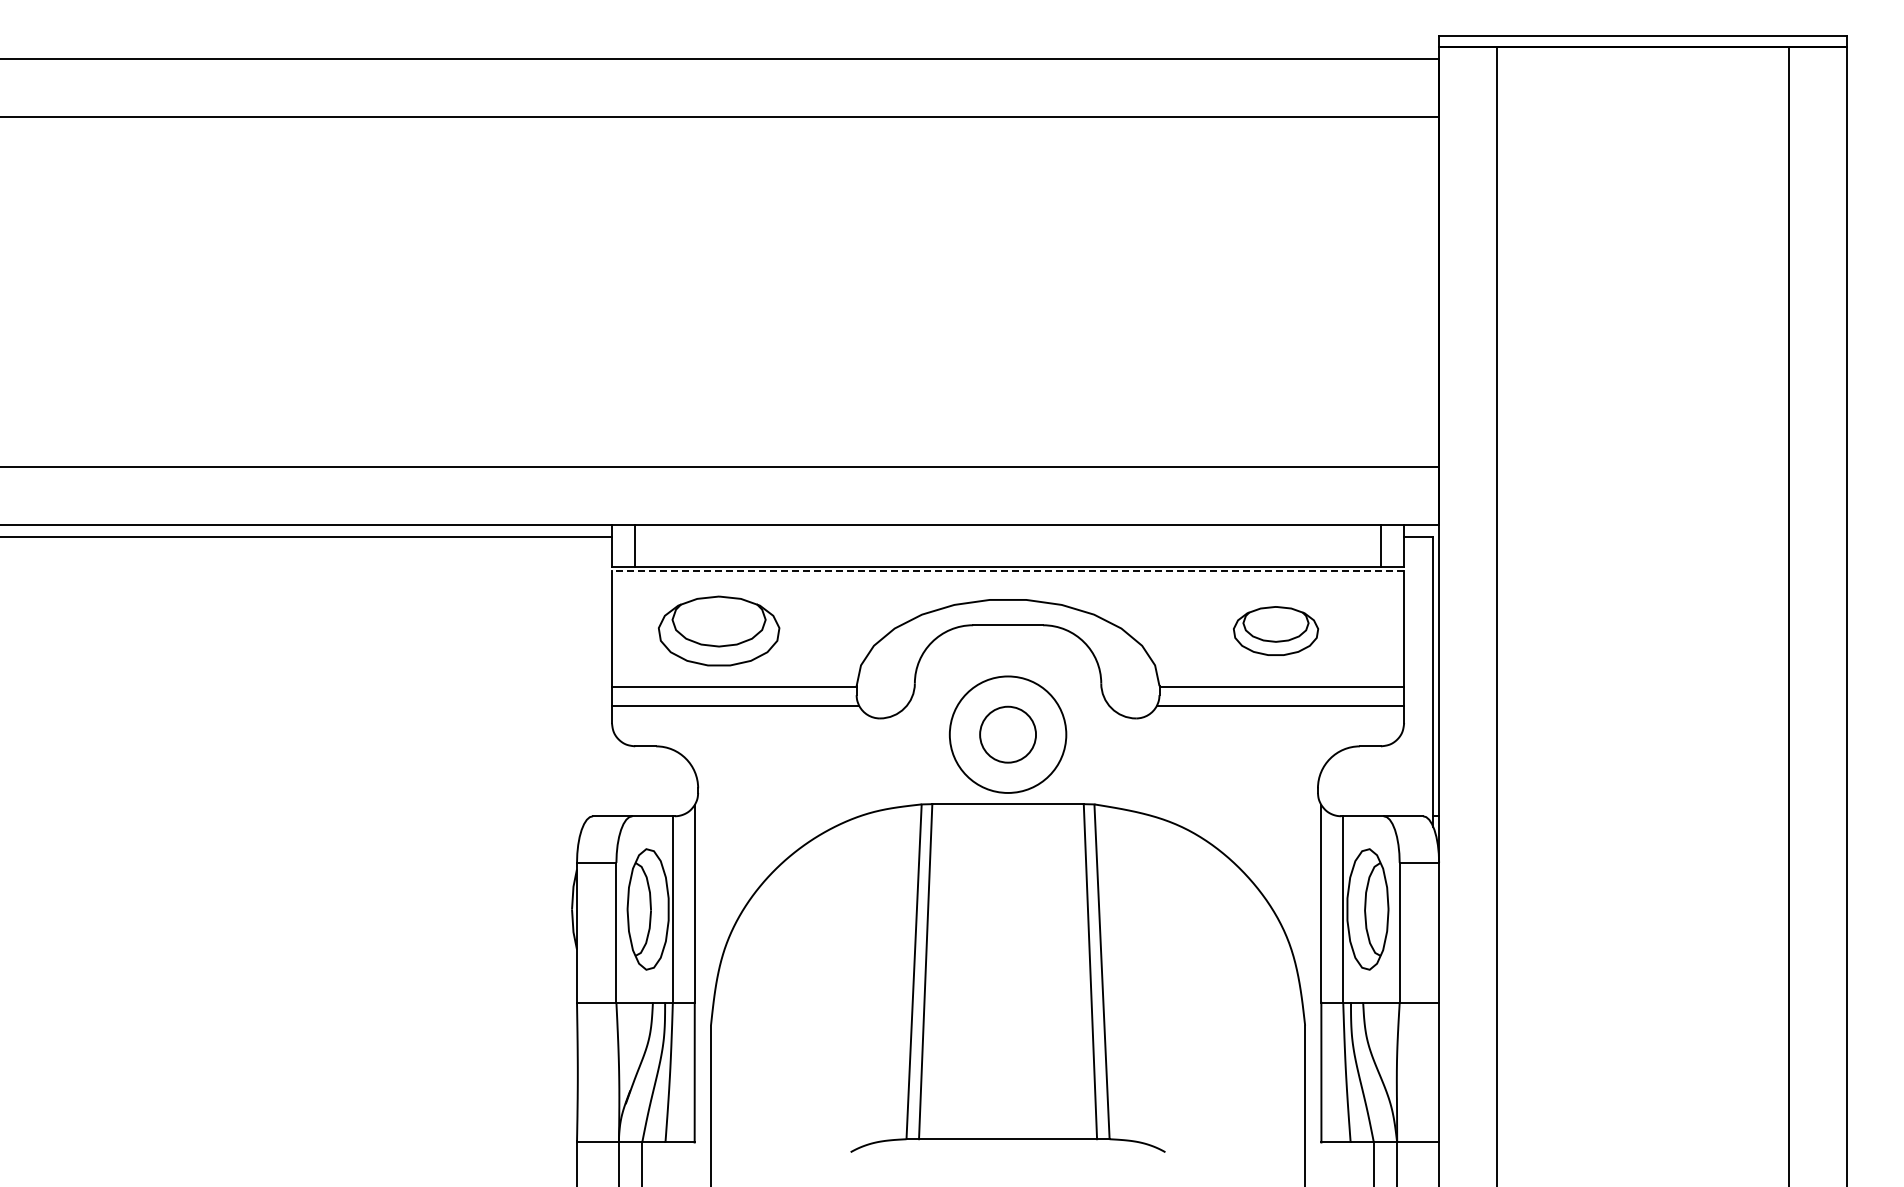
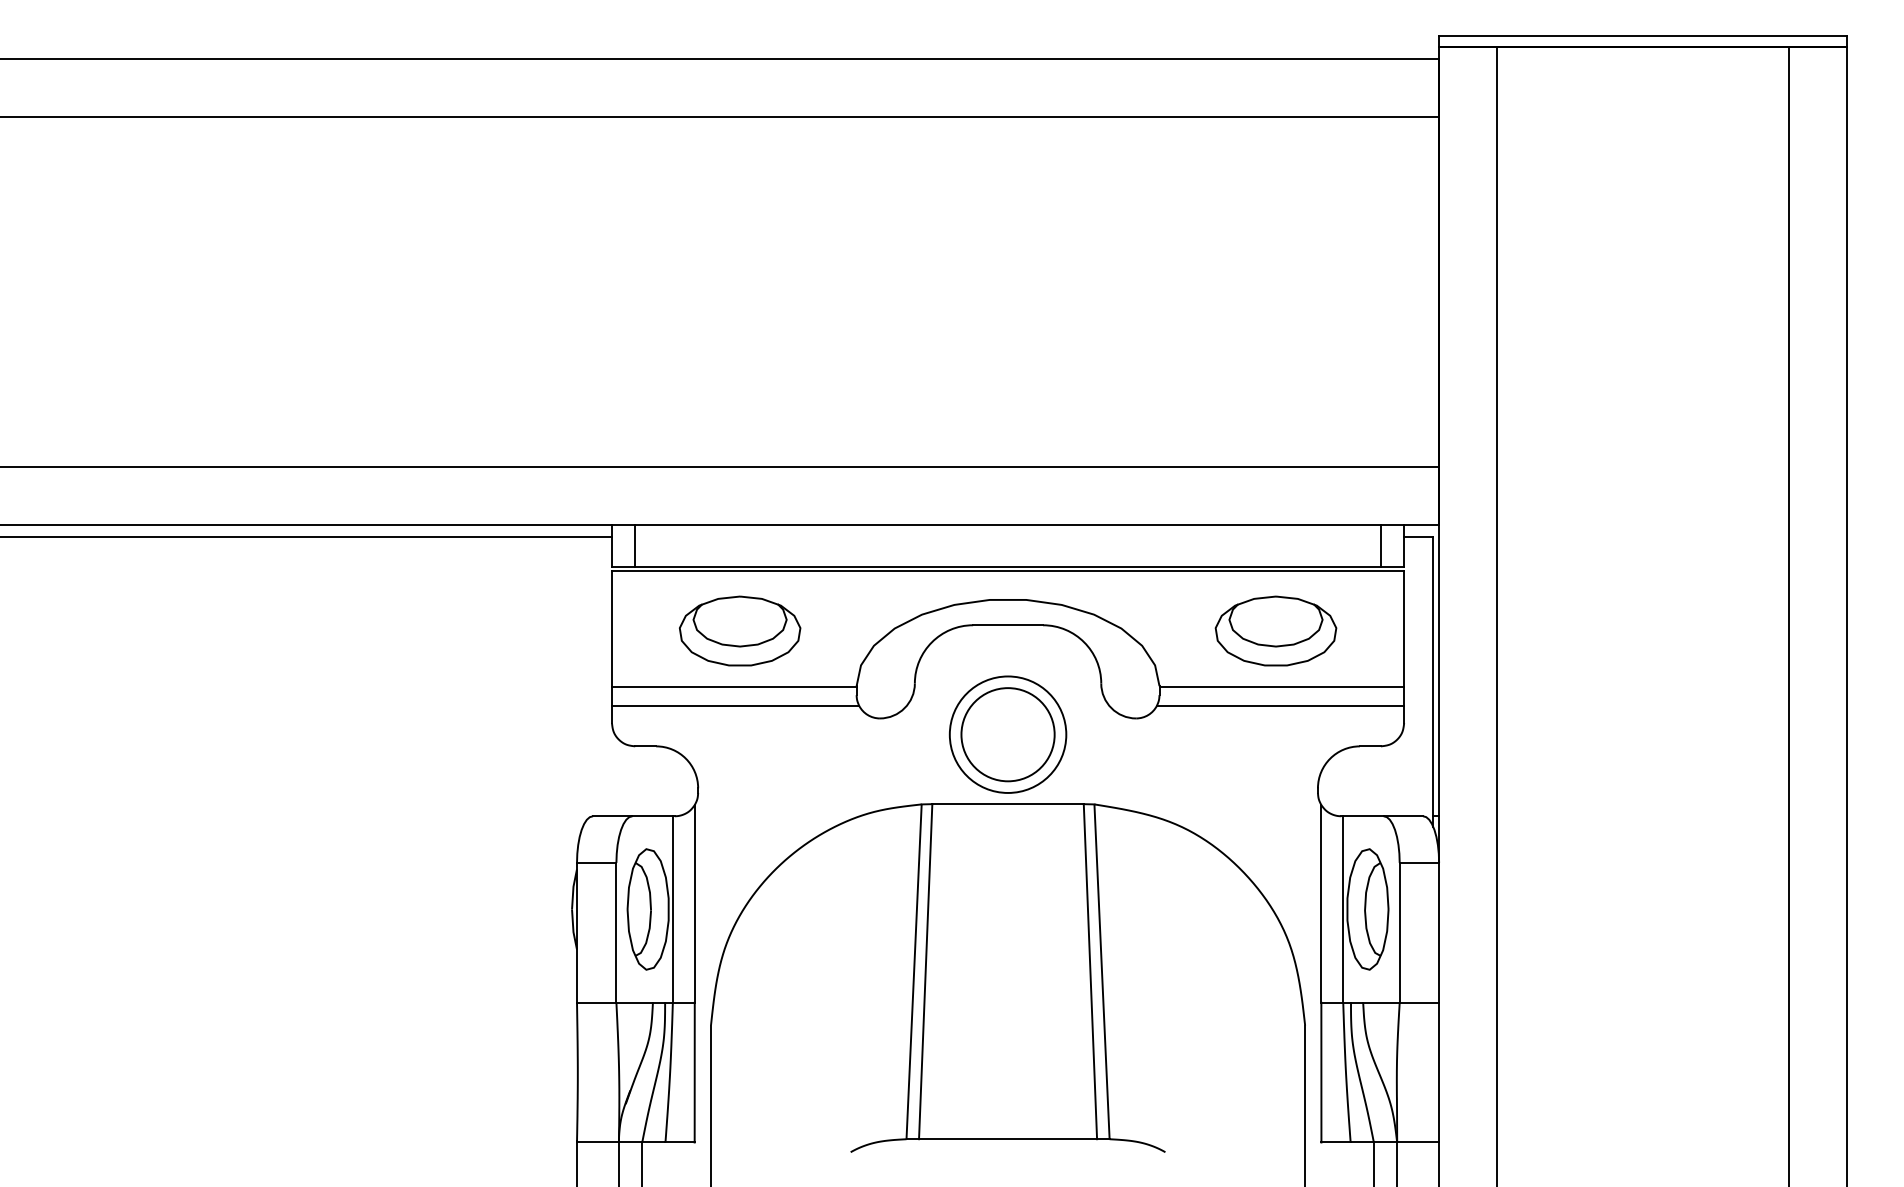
line at (1007, 571): dashed -> solid
part at (719, 630) position: (719, 630) -> (740, 630)
part at (1276, 630) size: 87x50 px -> 124x72 px
circle at (1008, 734) diameter: 56 px -> 93 px
